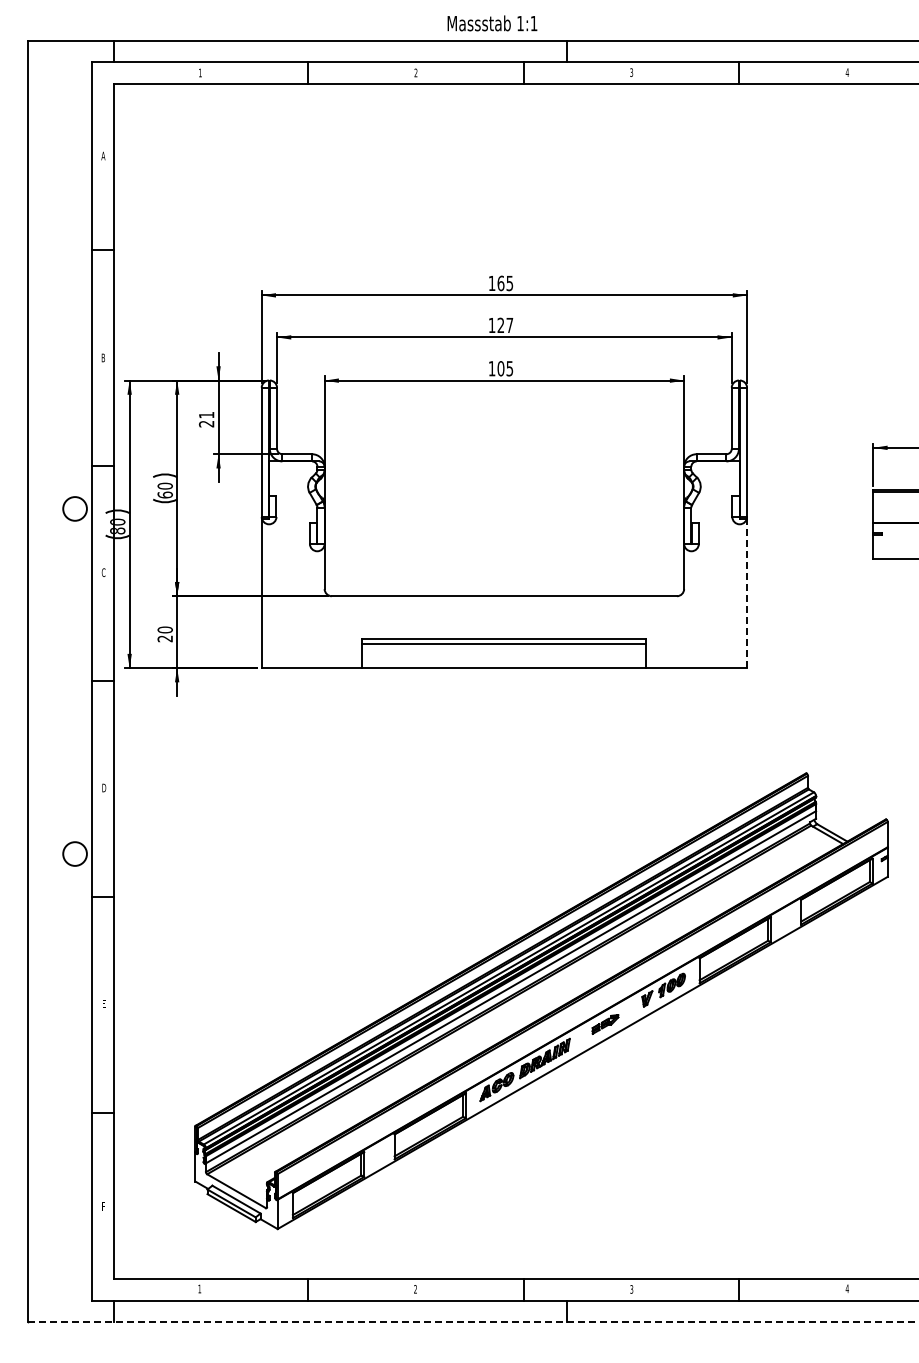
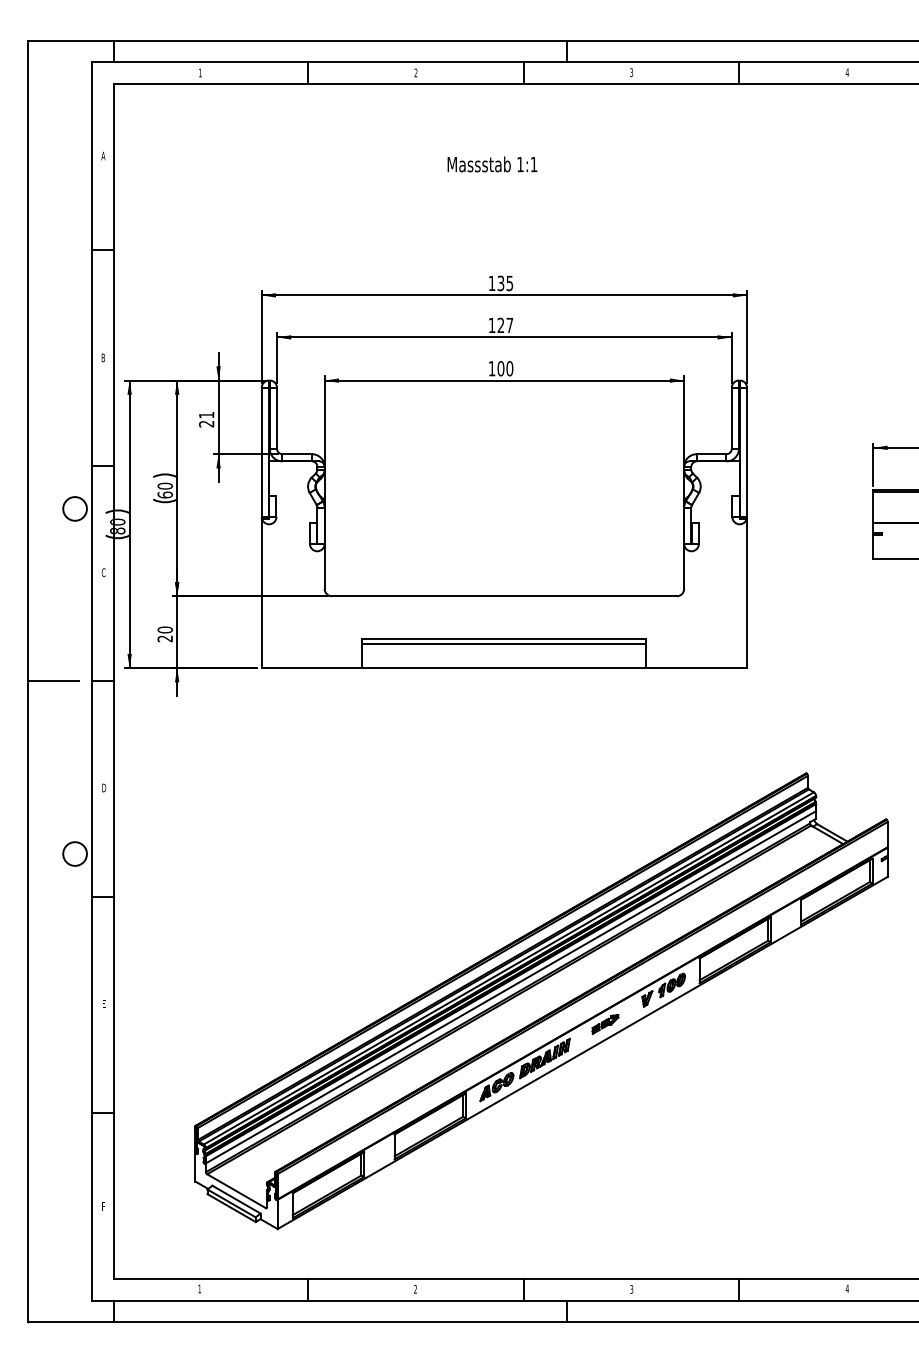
text at (492, 23) position: (492, 23) -> (492, 164)
text at (500, 283): 165 -> 135
text at (509, 368): 105 -> 100
line at (747, 593): dashed -> solid
line at (53, 681): none -> present
line at (473, 1322): dashed -> solid
